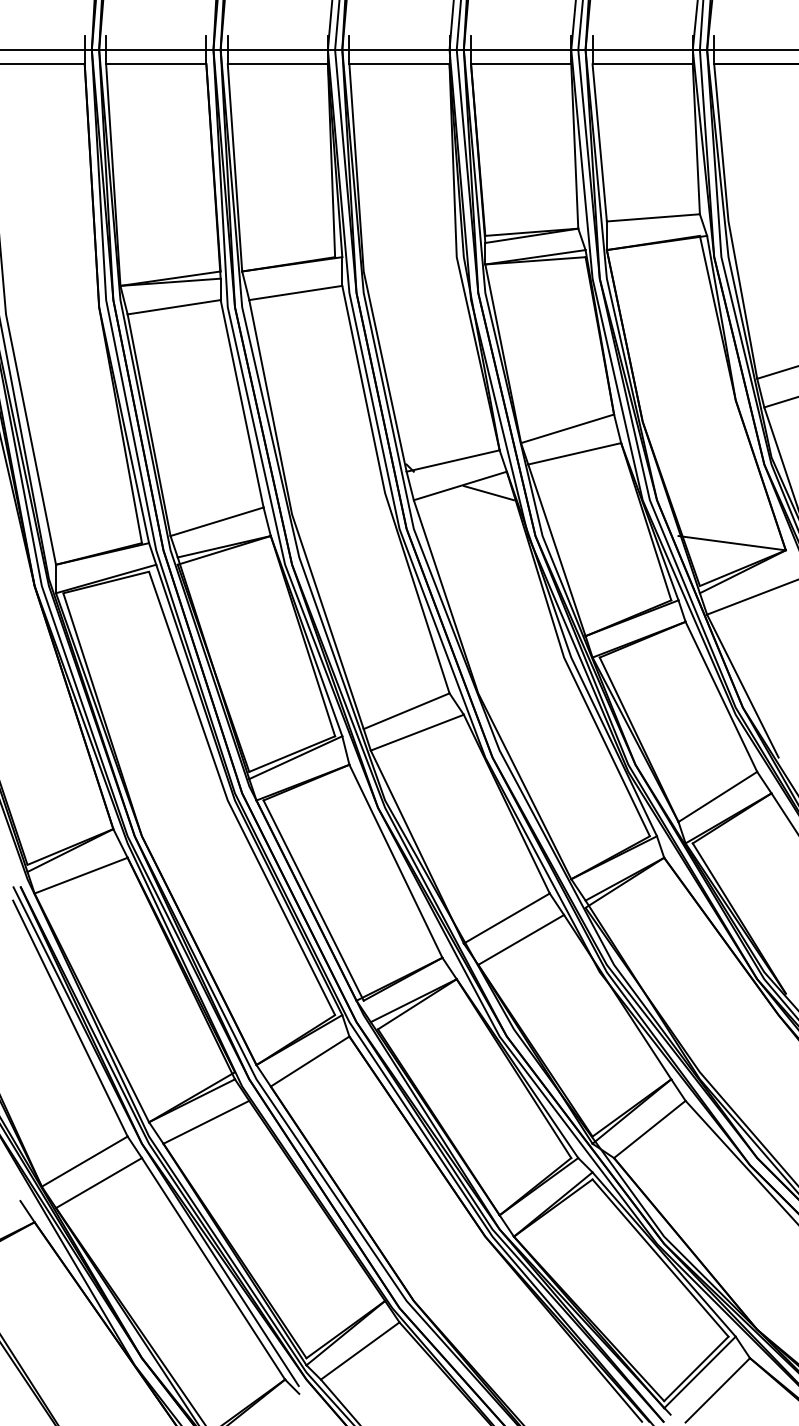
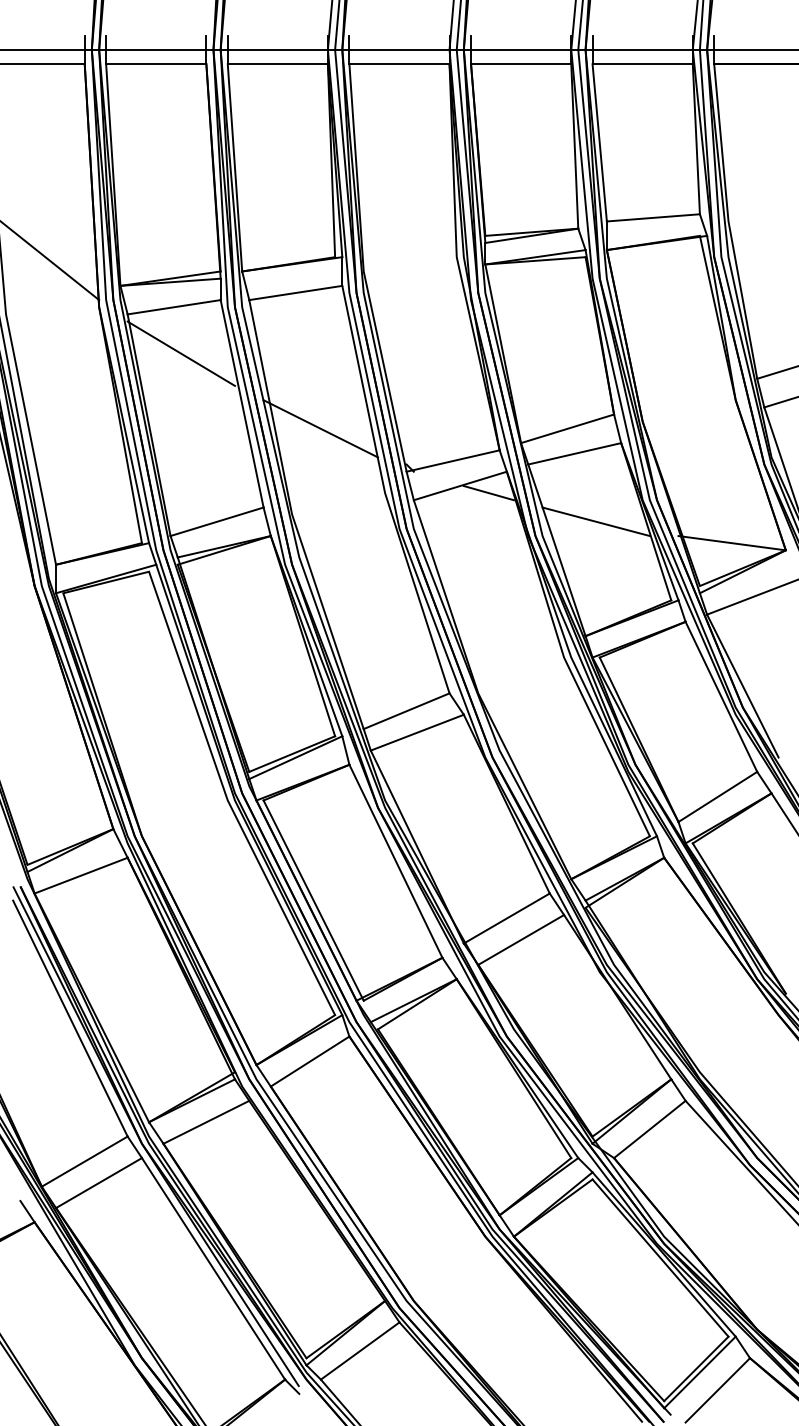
line at (50, 261): none -> present
line at (180, 353): none -> present
line at (320, 428): none -> present
line at (595, 521): none -> present
